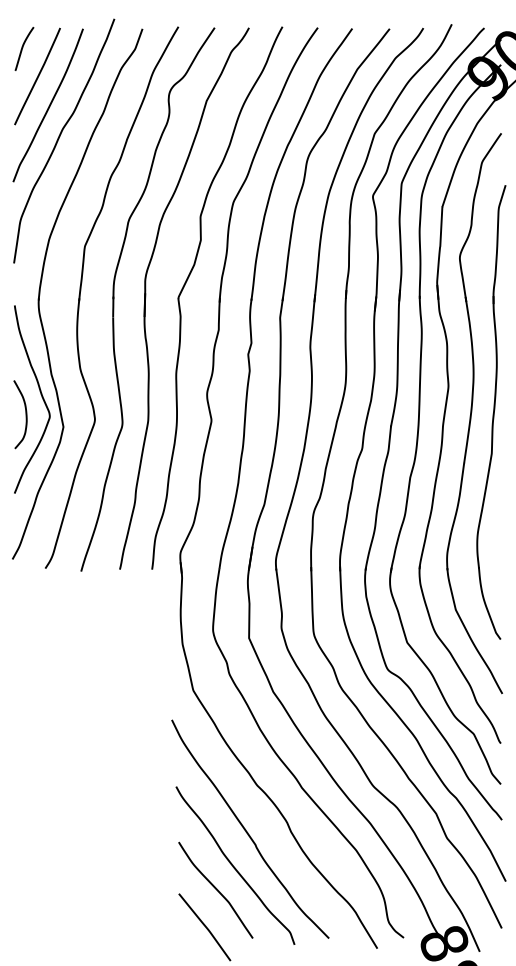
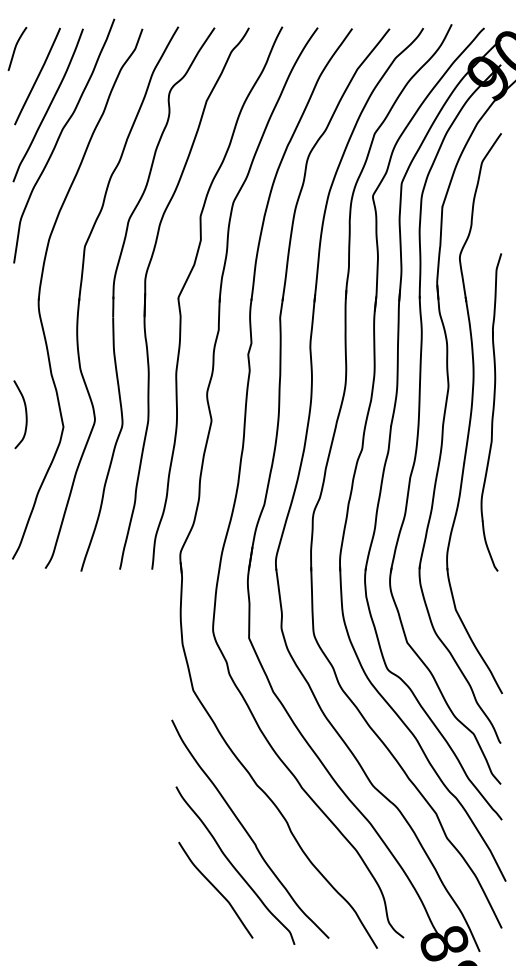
curve at (23, 47) position: (23, 47) -> (16, 47)
curve at (41, 397): present -> none
part at (491, 412) size: 31x455 px -> 23x319 px
curve at (204, 926): present -> none
